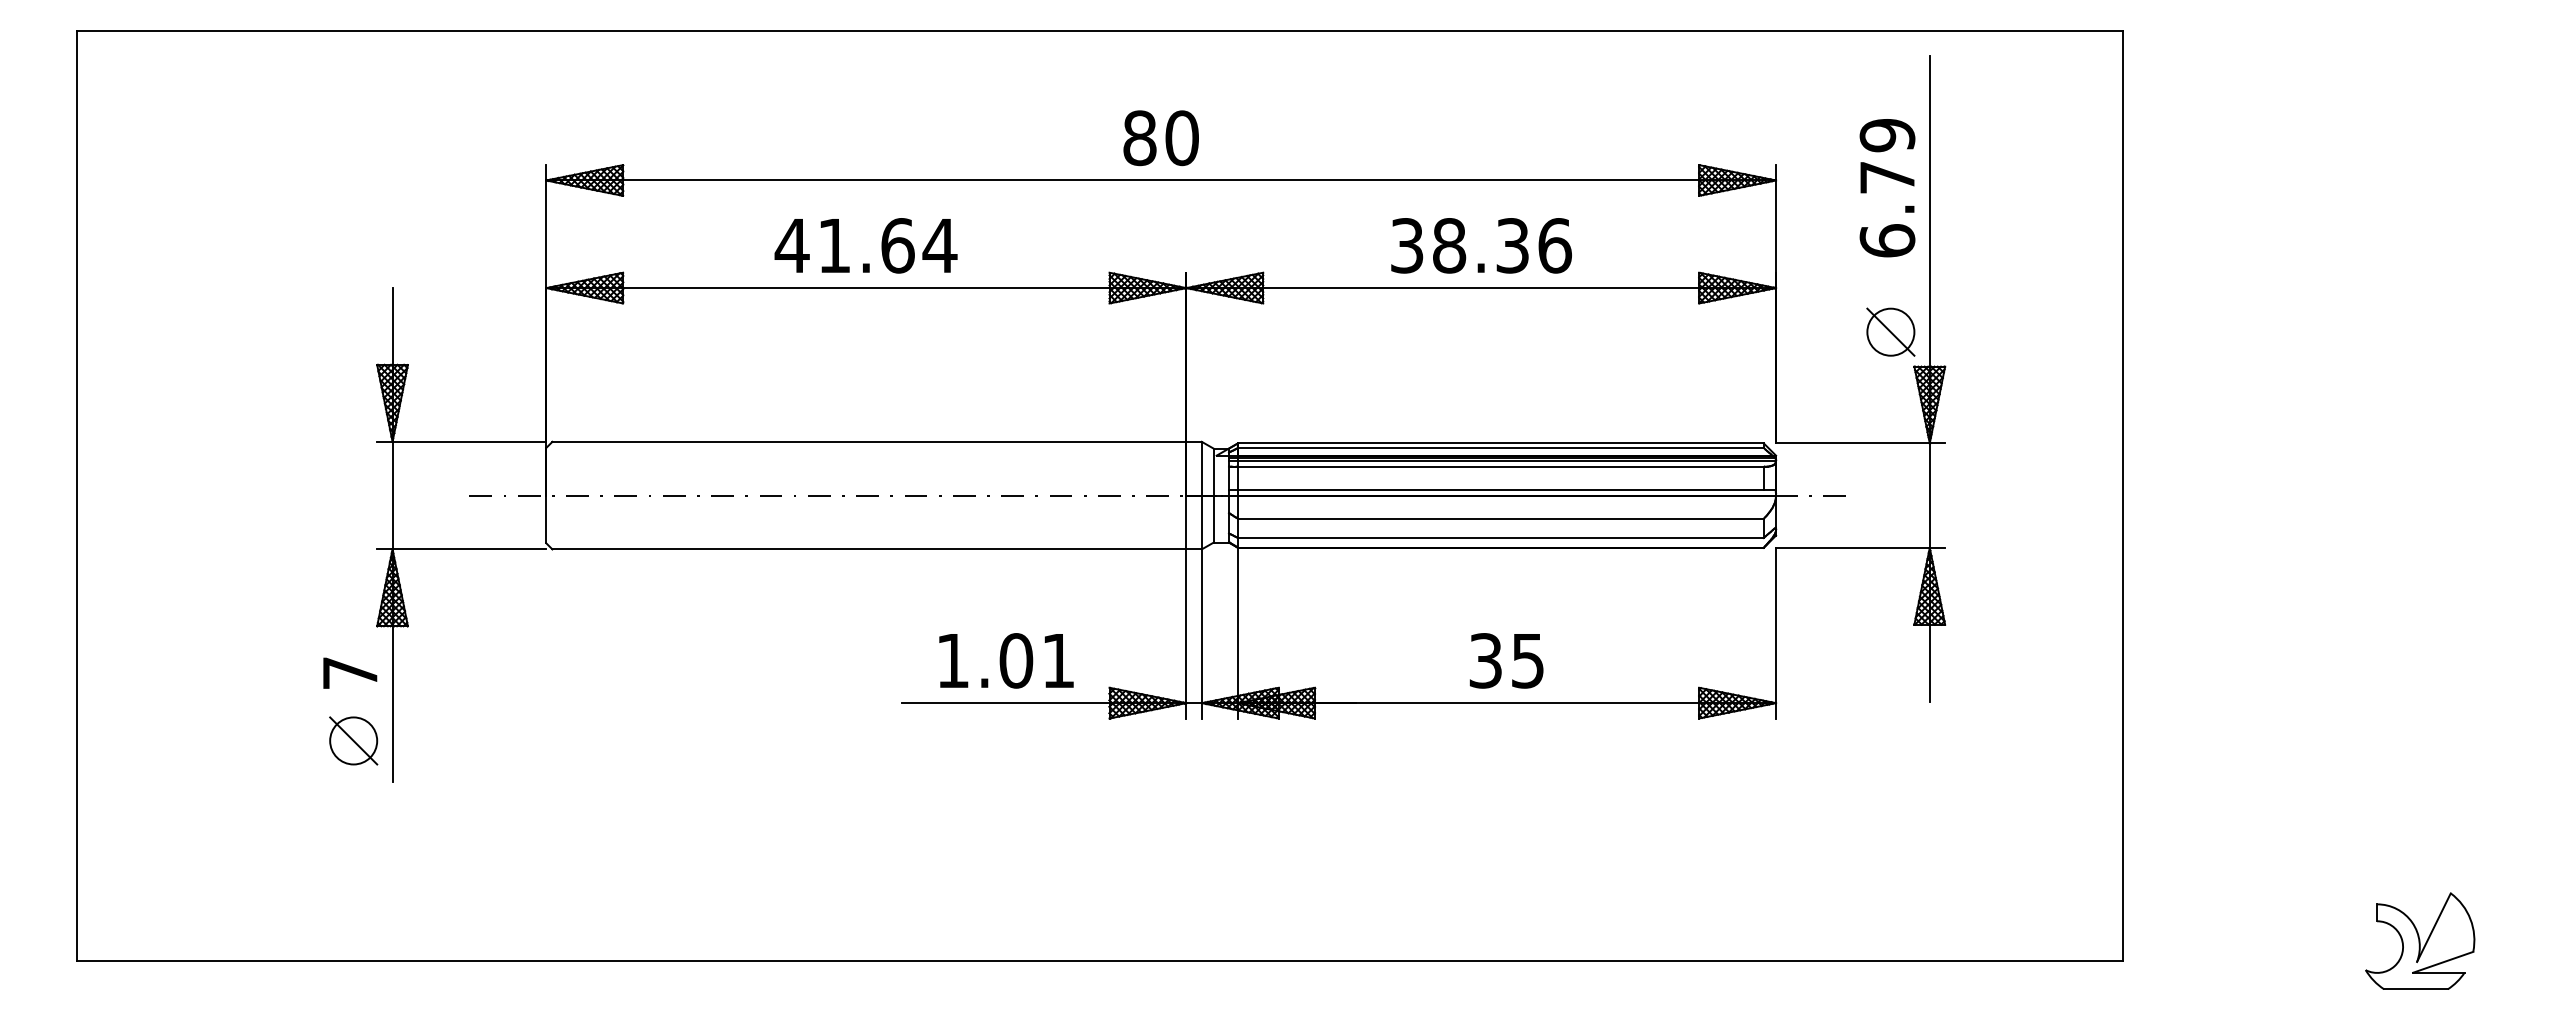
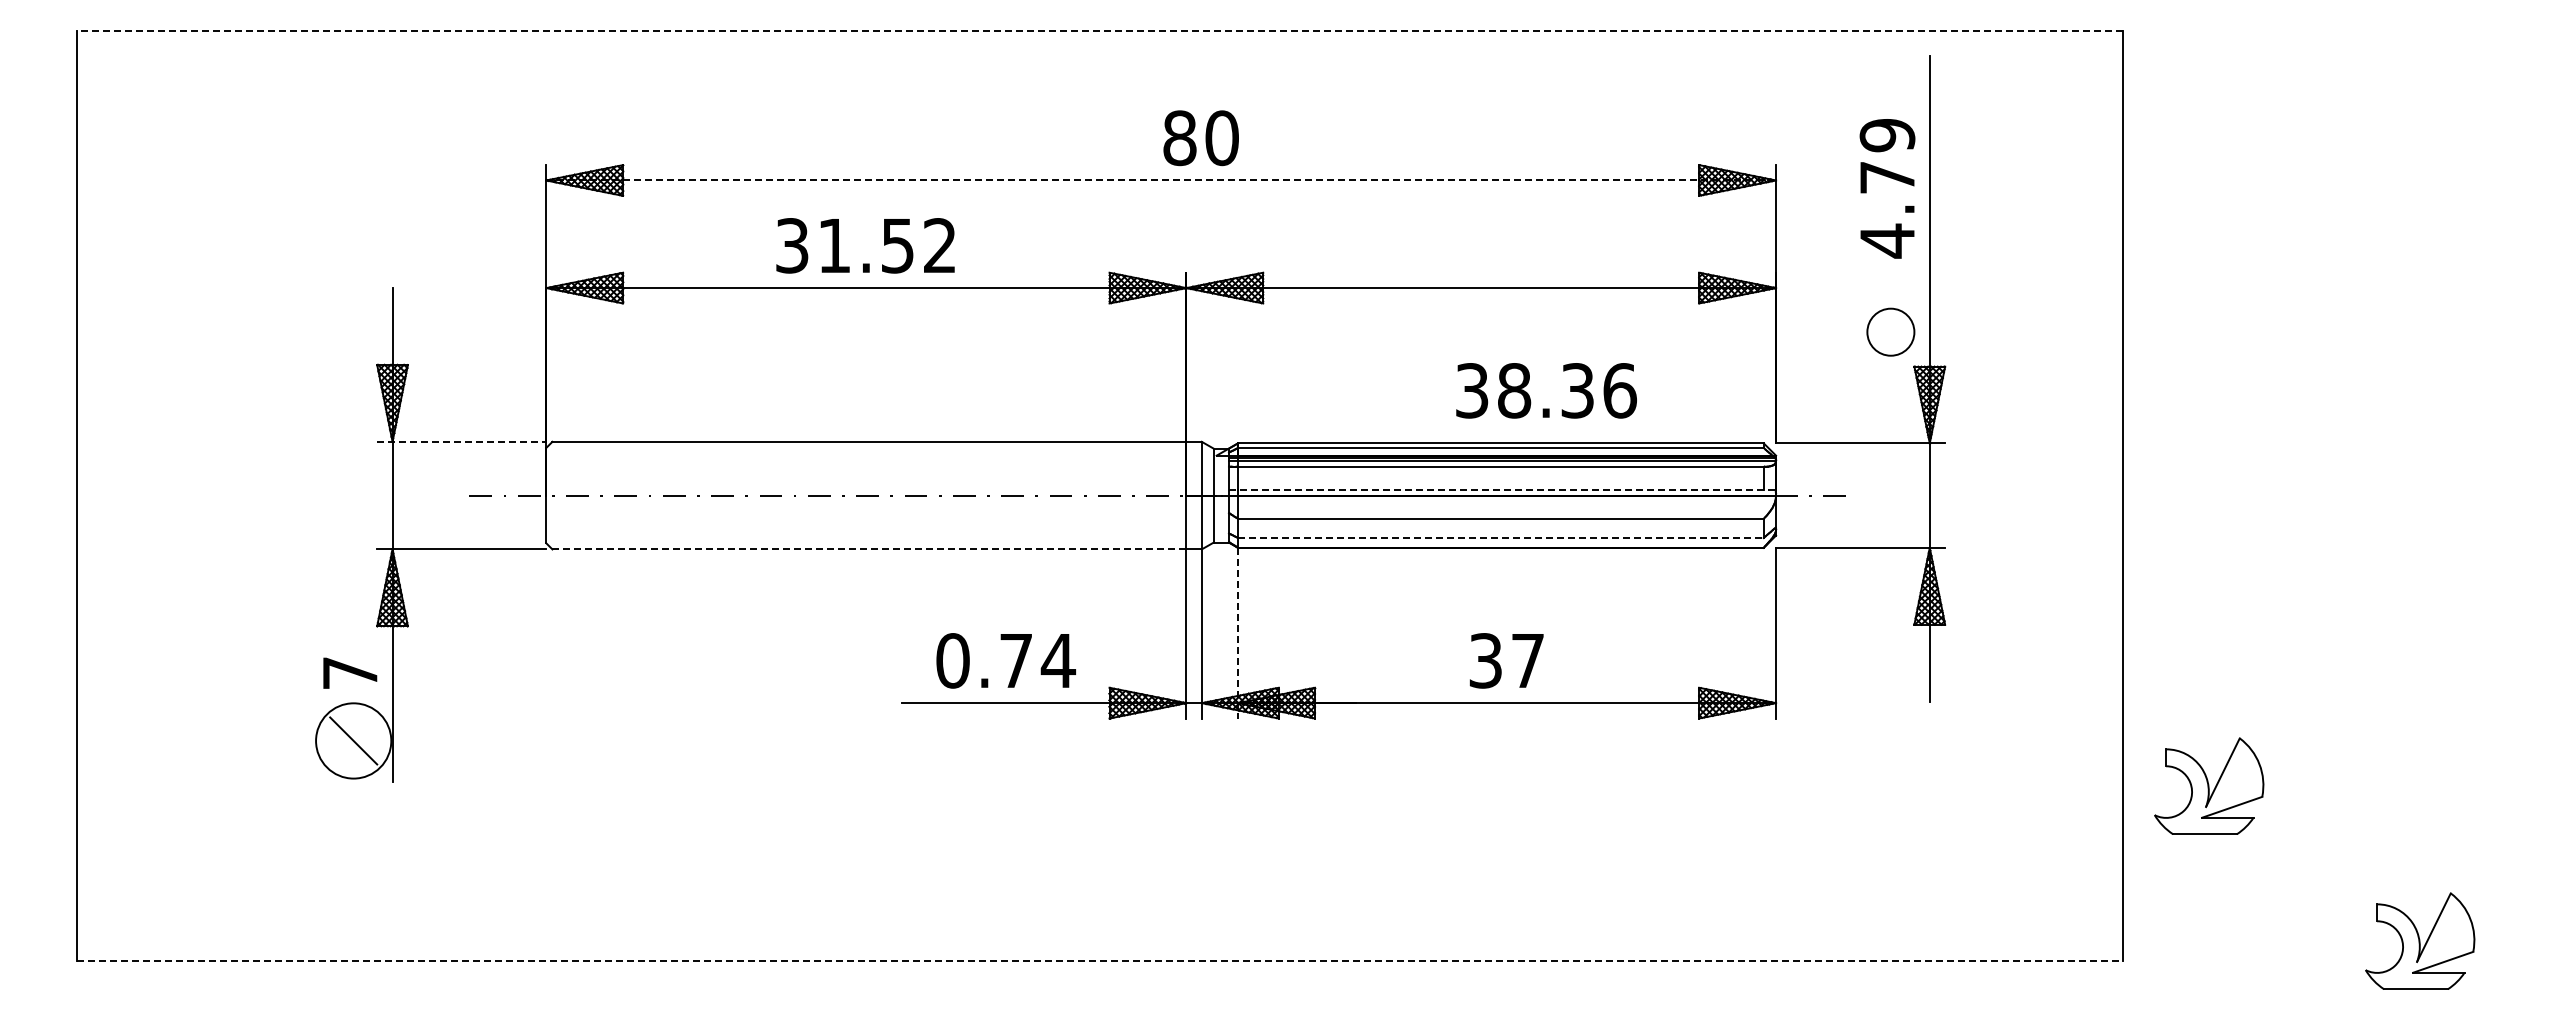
line at (1099, 30): solid -> dashed
text at (1160, 138) position: (1160, 138) -> (1200, 138)
line at (1161, 180): solid -> dashed
text at (1887, 240): 6.79 -> 4.79
text at (865, 245): 41.64 -> 31.52
text at (1481, 245) position: (1481, 245) -> (1546, 390)
line at (1890, 331): present -> none
line at (461, 441): solid -> dashed
line at (1502, 490): solid -> dashed
line at (1500, 538): solid -> dashed
line at (869, 549): solid -> dashed
line at (1238, 633): solid -> dashed
text at (1006, 660): 1.01 -> 0.74
text at (1527, 661): 35 -> 37
circle at (353, 740) diameter: 47 px -> 75 px
part at (2209, 785): none -> present
line at (1100, 960): solid -> dashed
